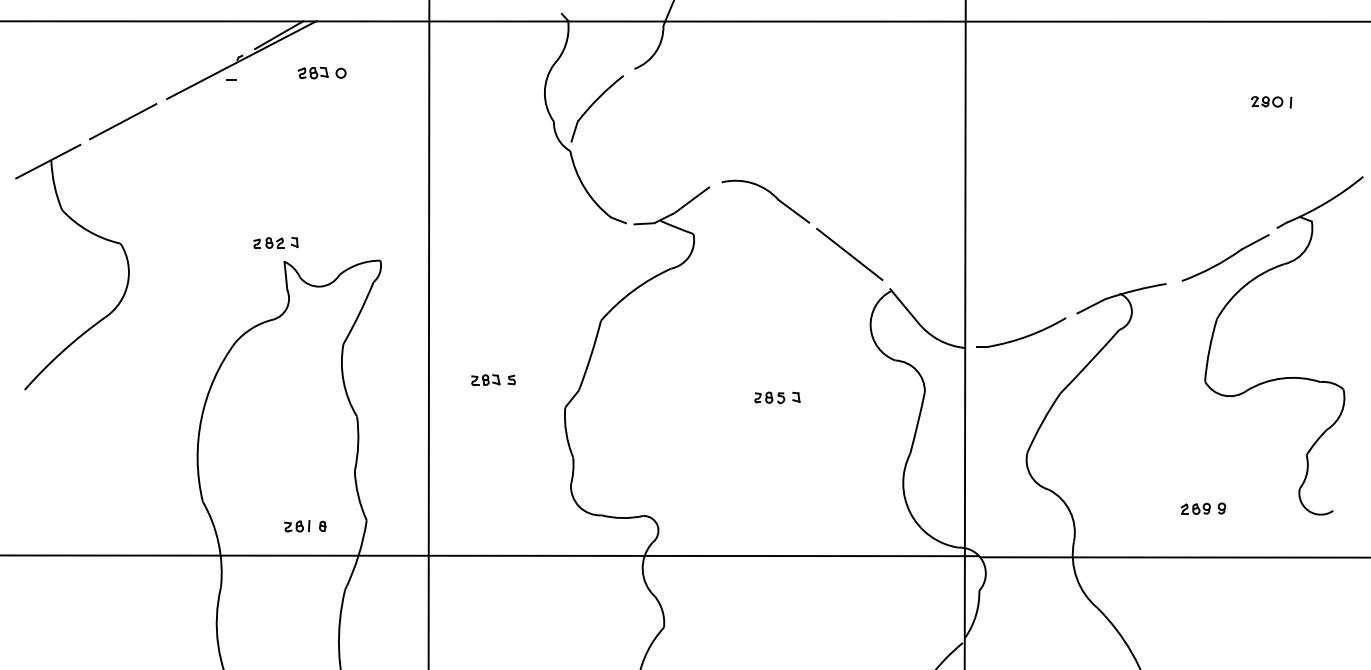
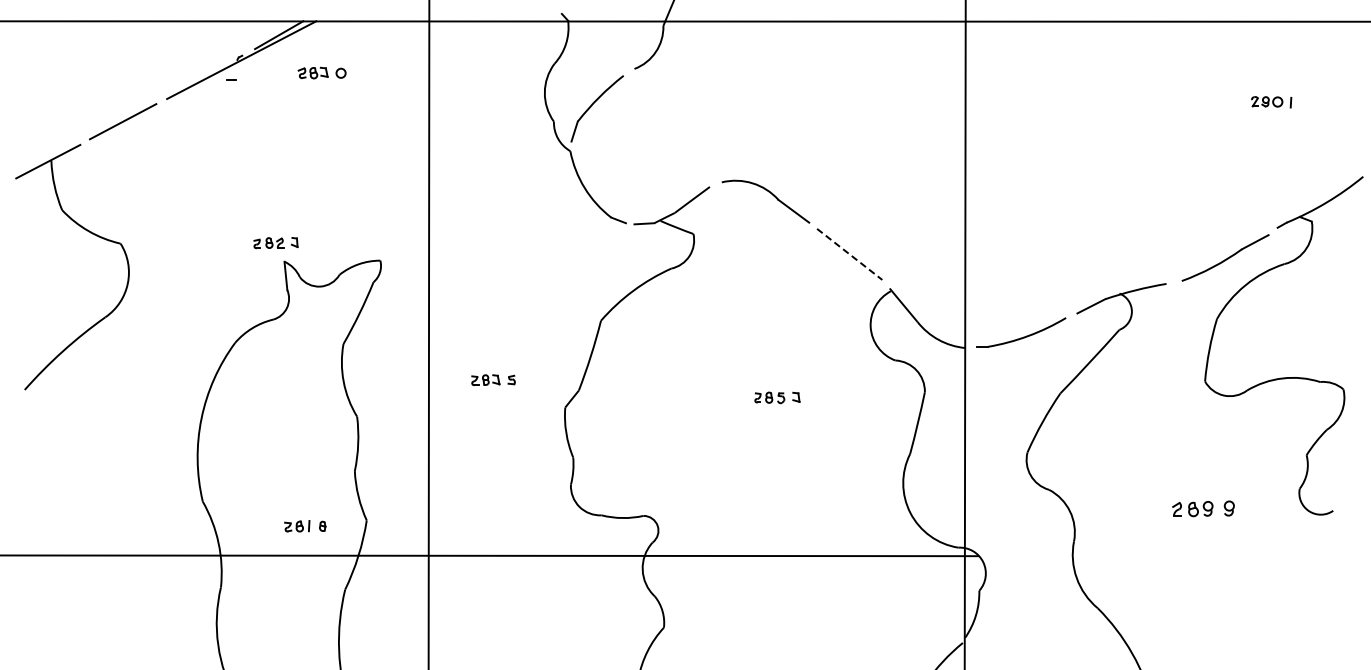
line at (850, 254): solid -> dashed
part at (1203, 508) size: 47x13 px -> 63x18 px
line at (1174, 557): present -> none
